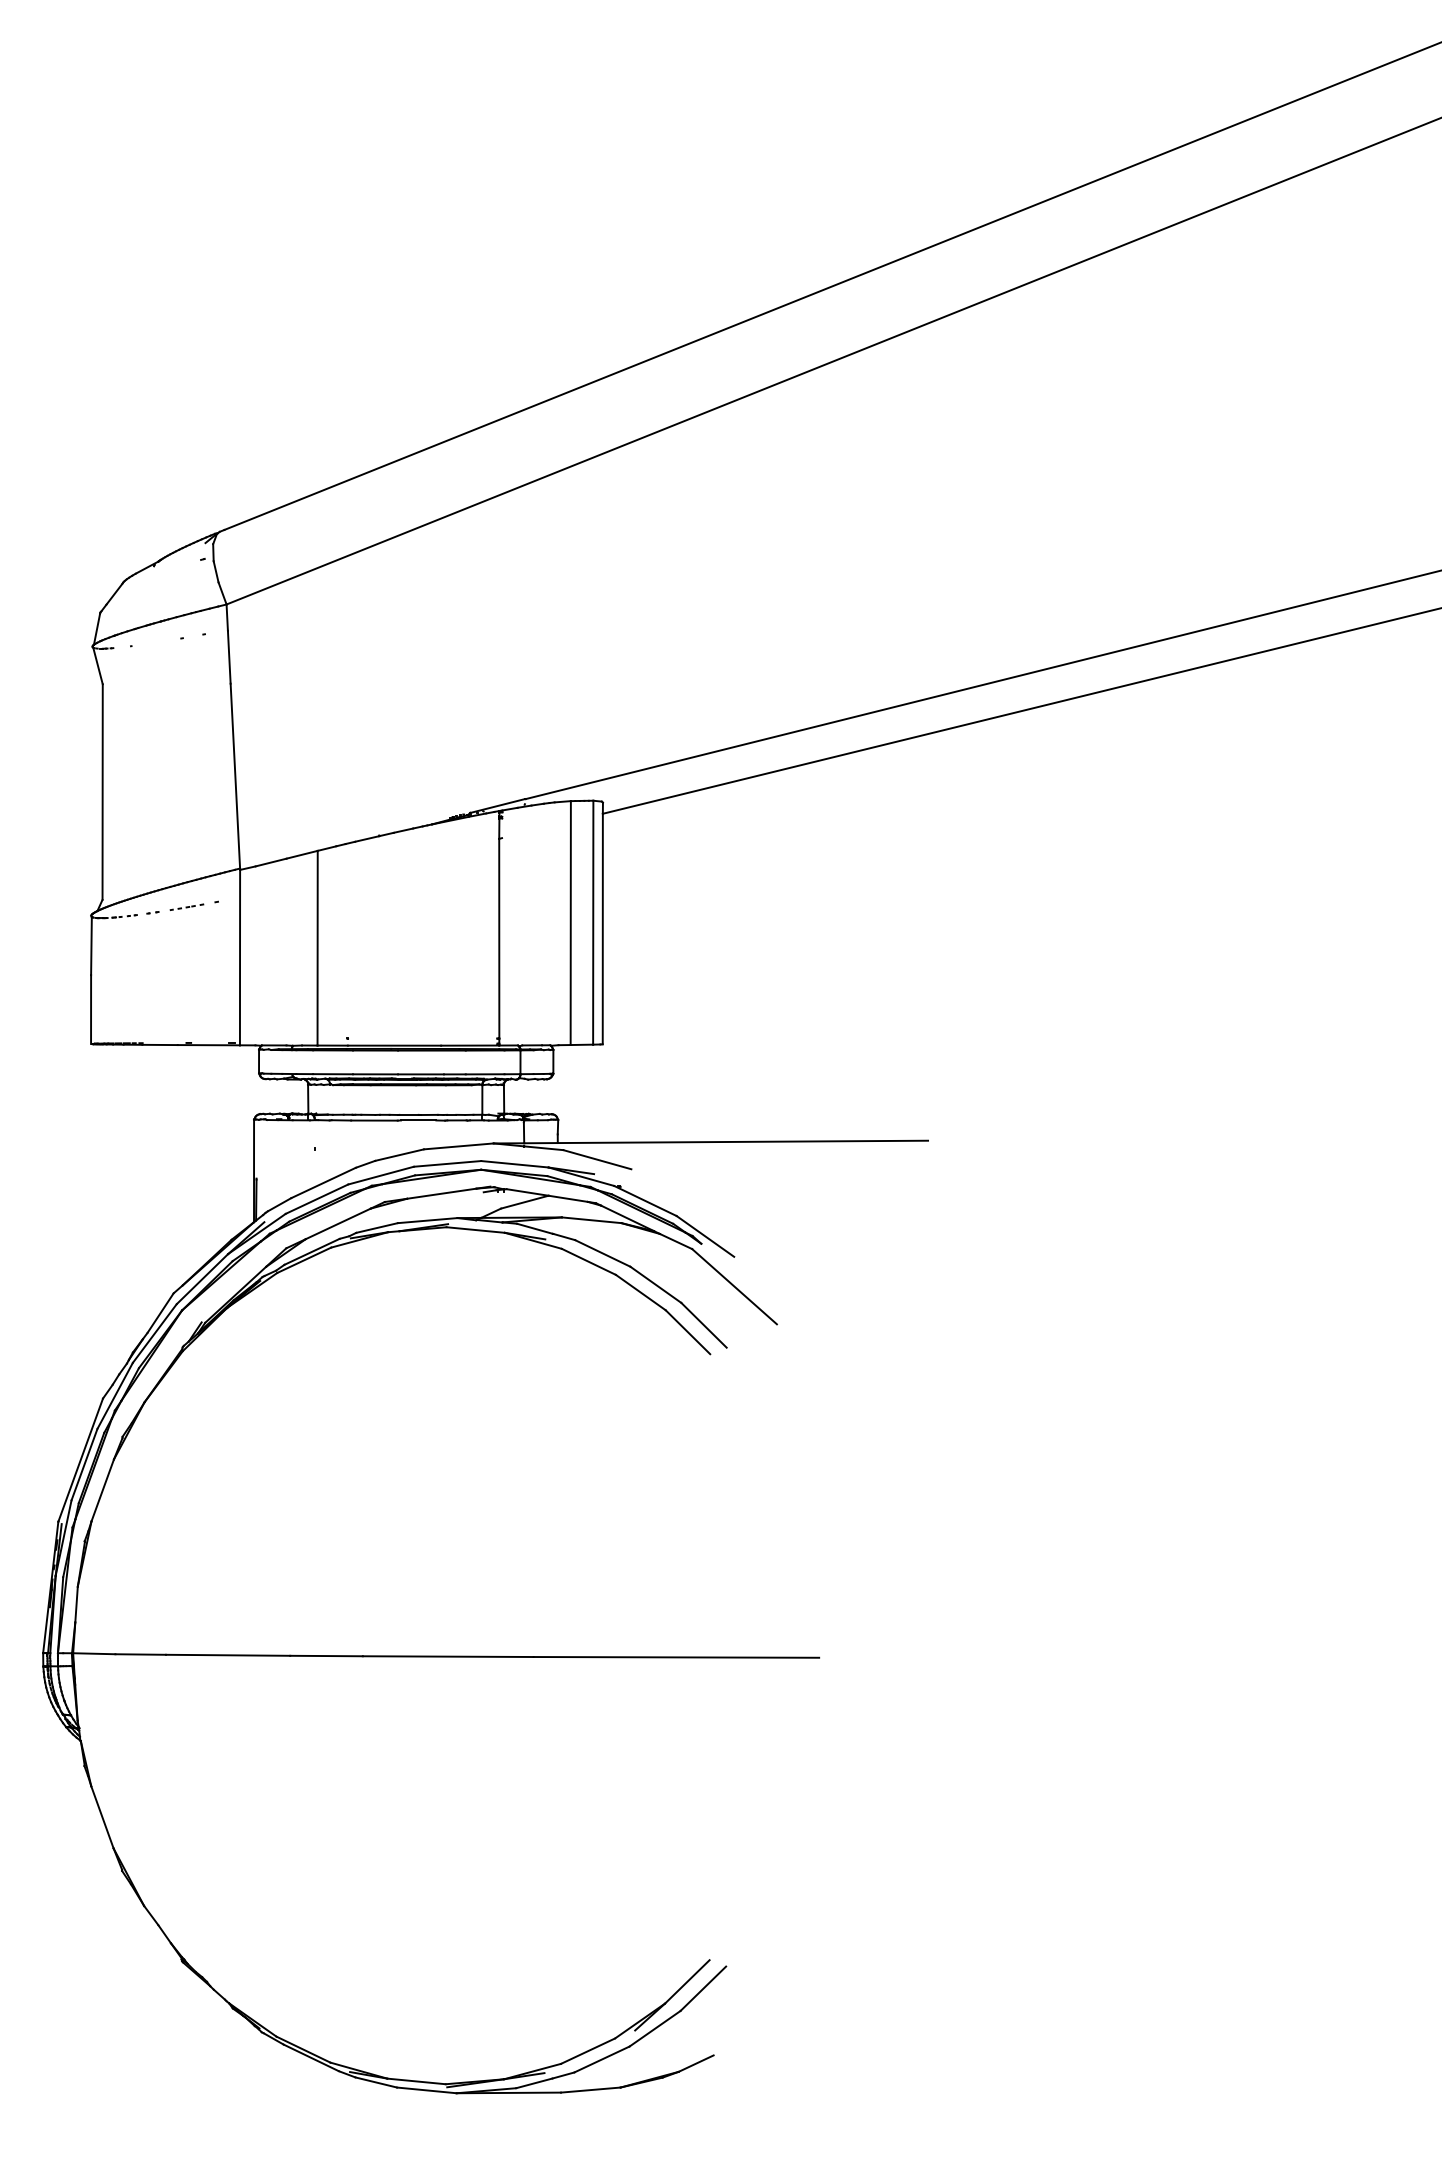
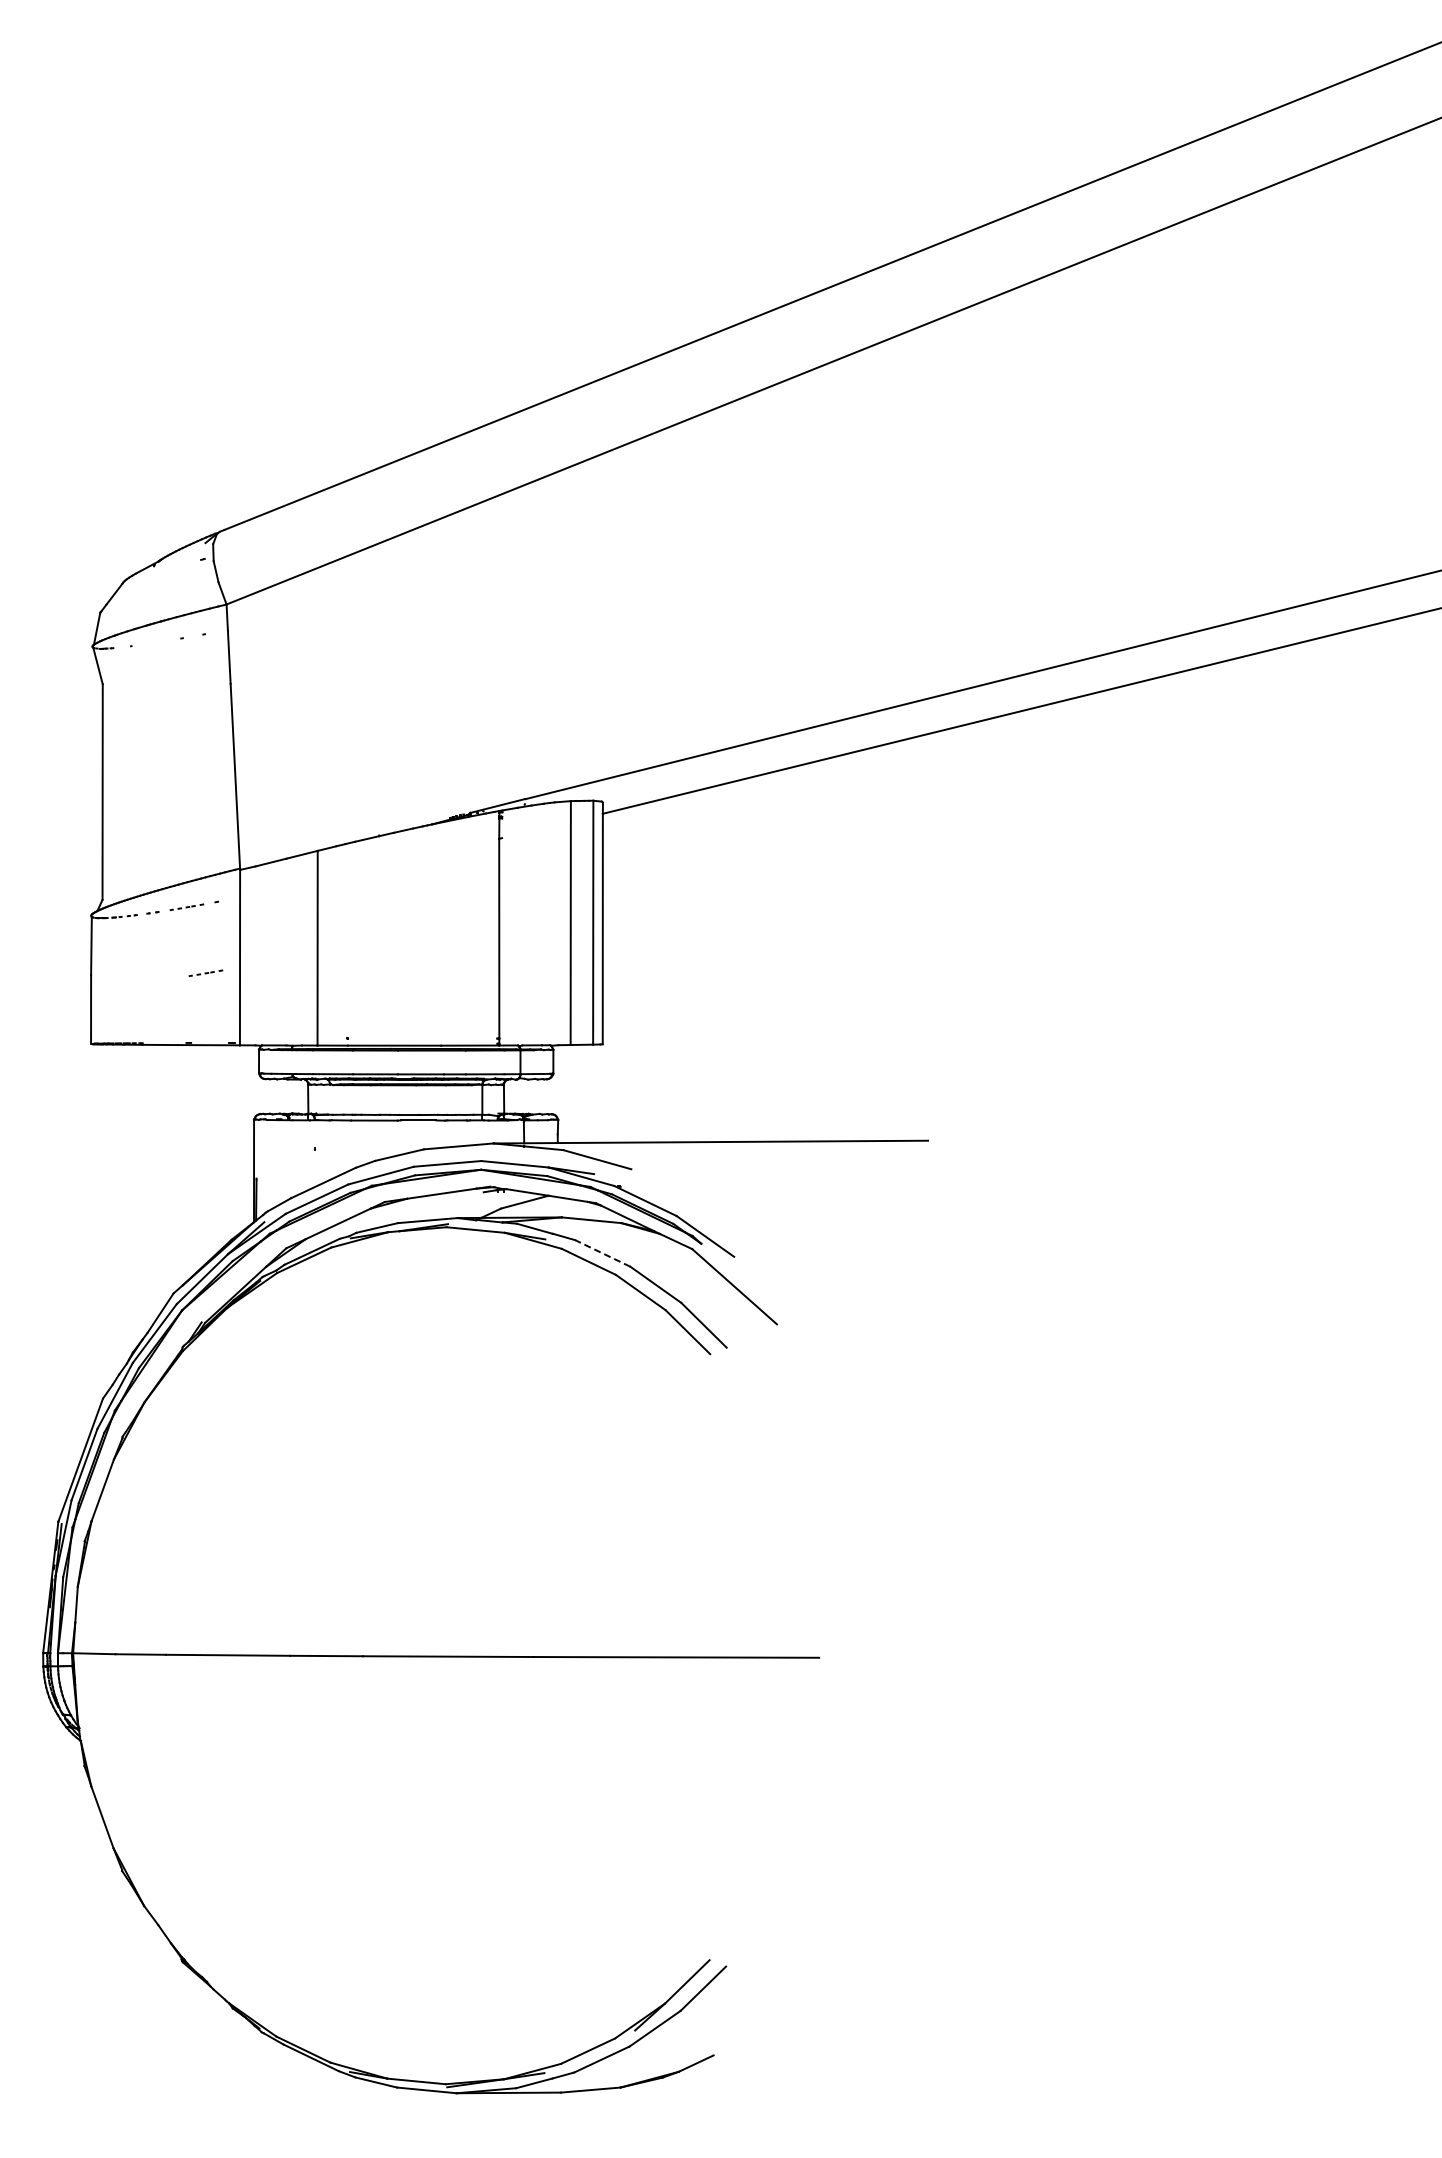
part at (205, 972): none -> present
line at (602, 1253): solid -> dashed
